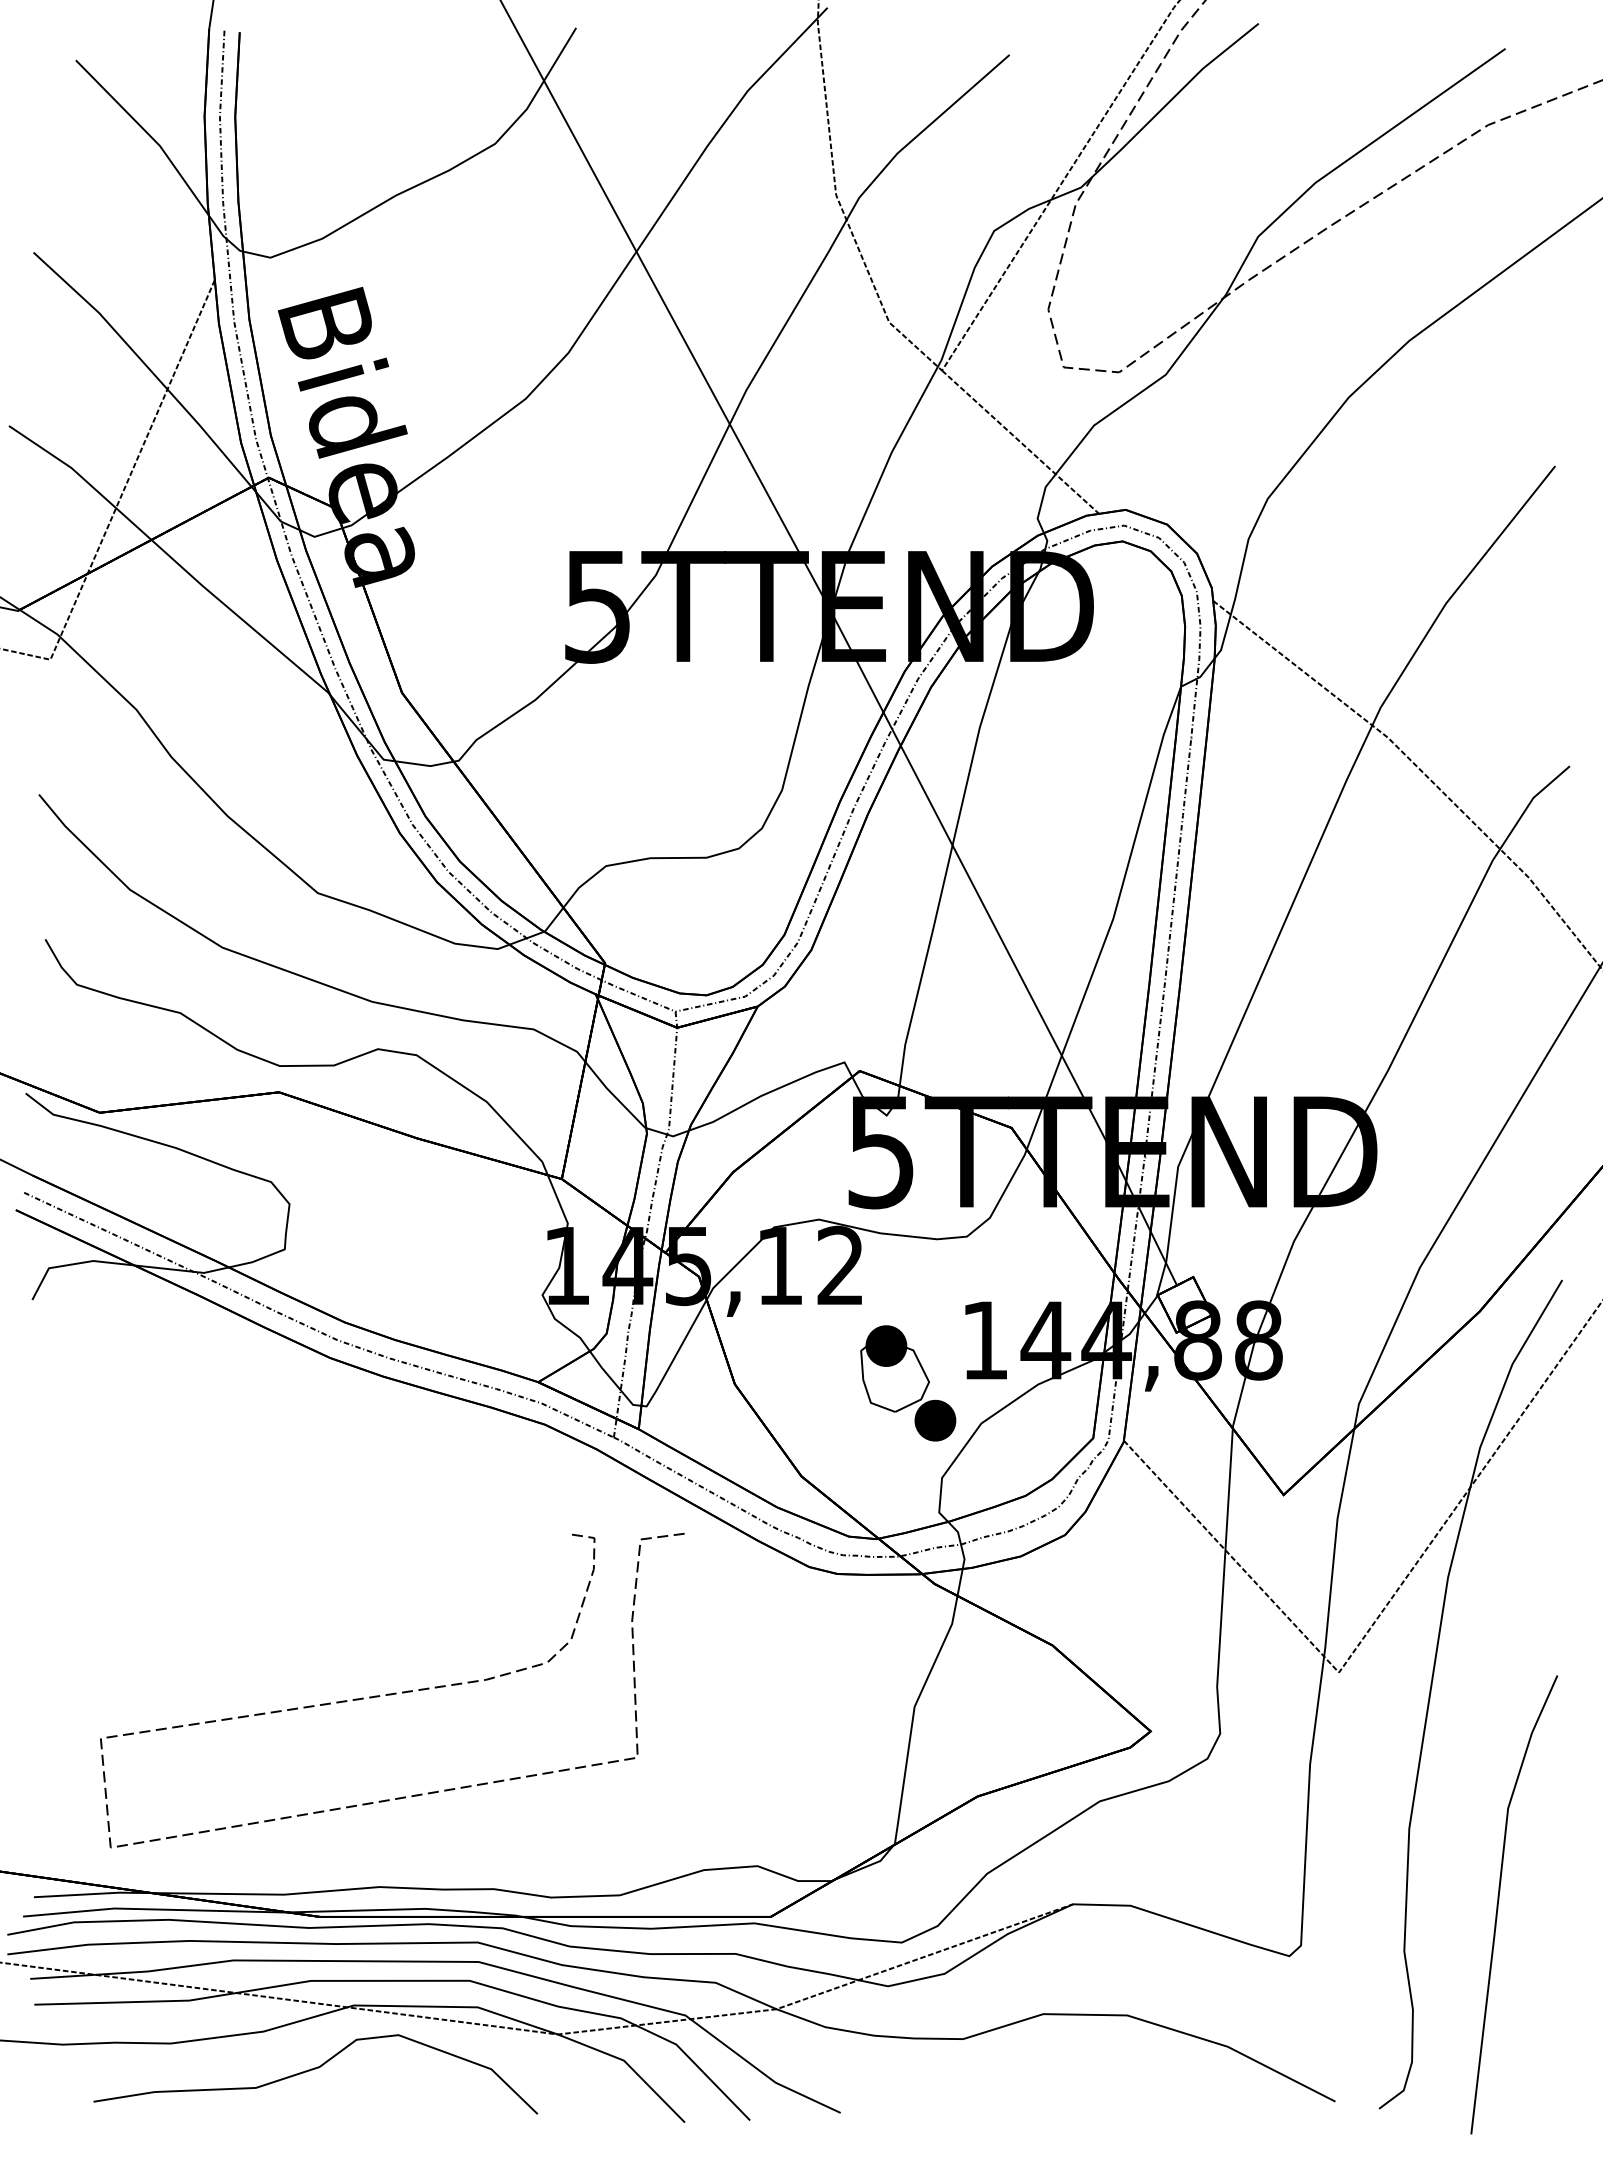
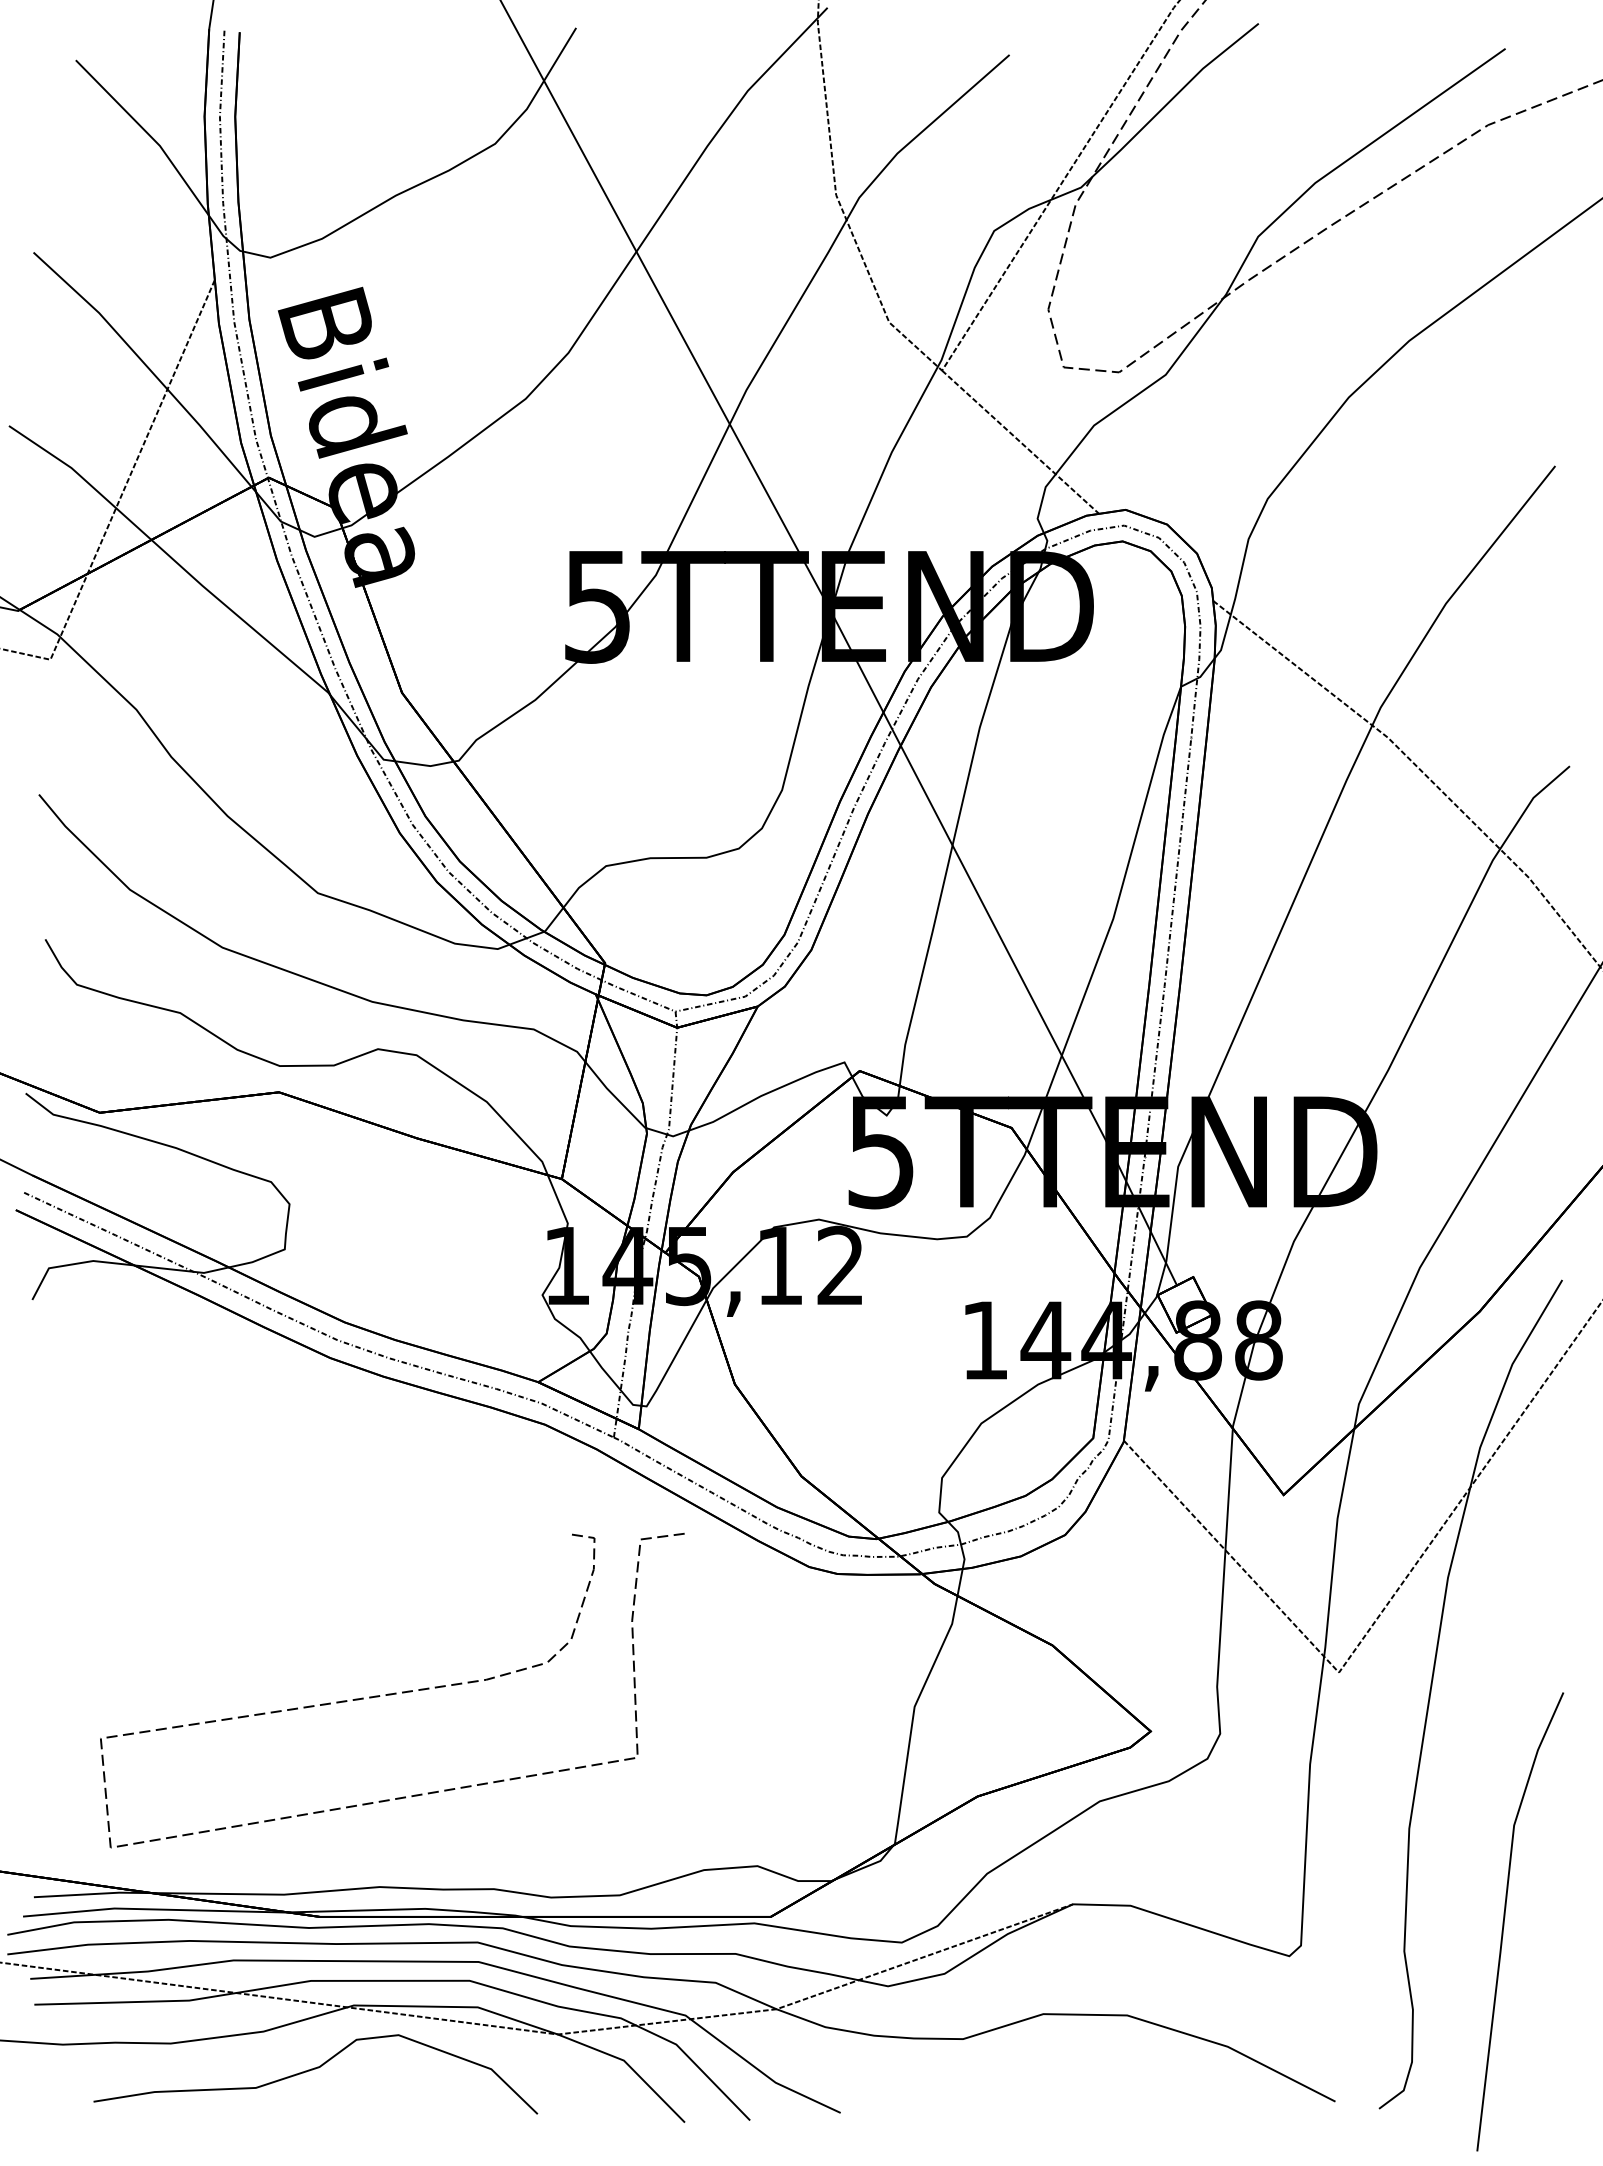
part at (908, 1383): present -> none
line at (1499, 1900) position: (1499, 1900) -> (1505, 1917)
